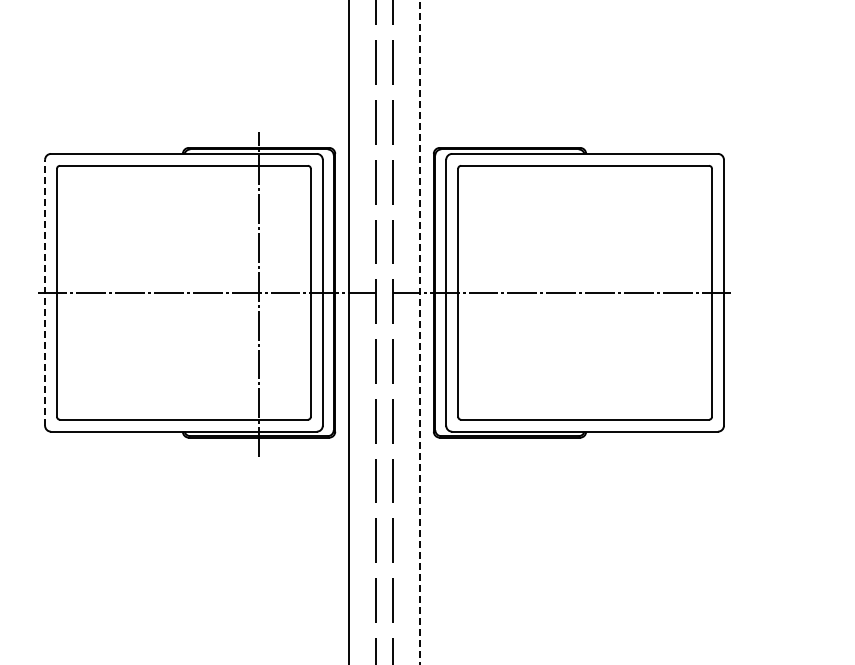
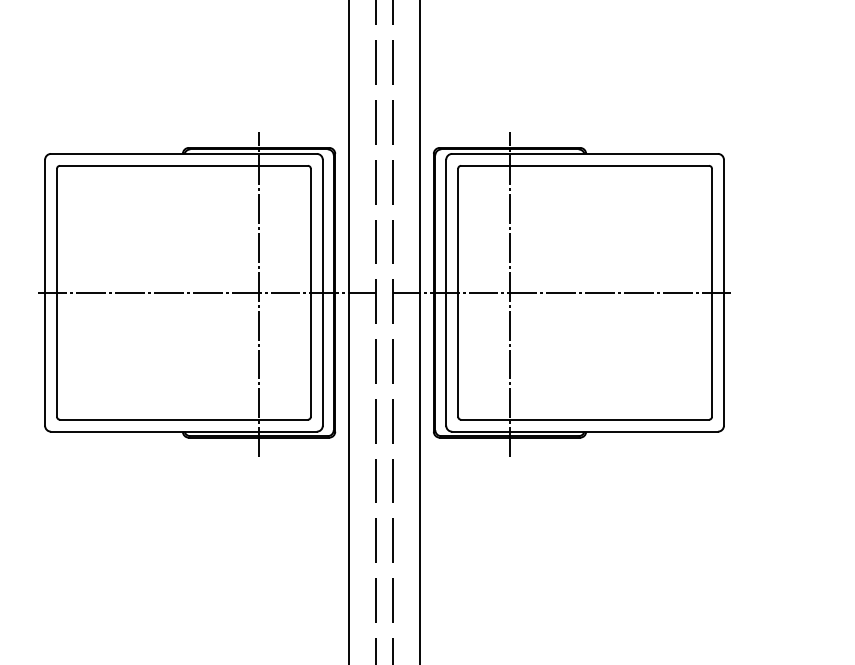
line at (45, 292): dashed -> solid
line at (509, 294): none -> present
line at (420, 332): dashed -> solid
